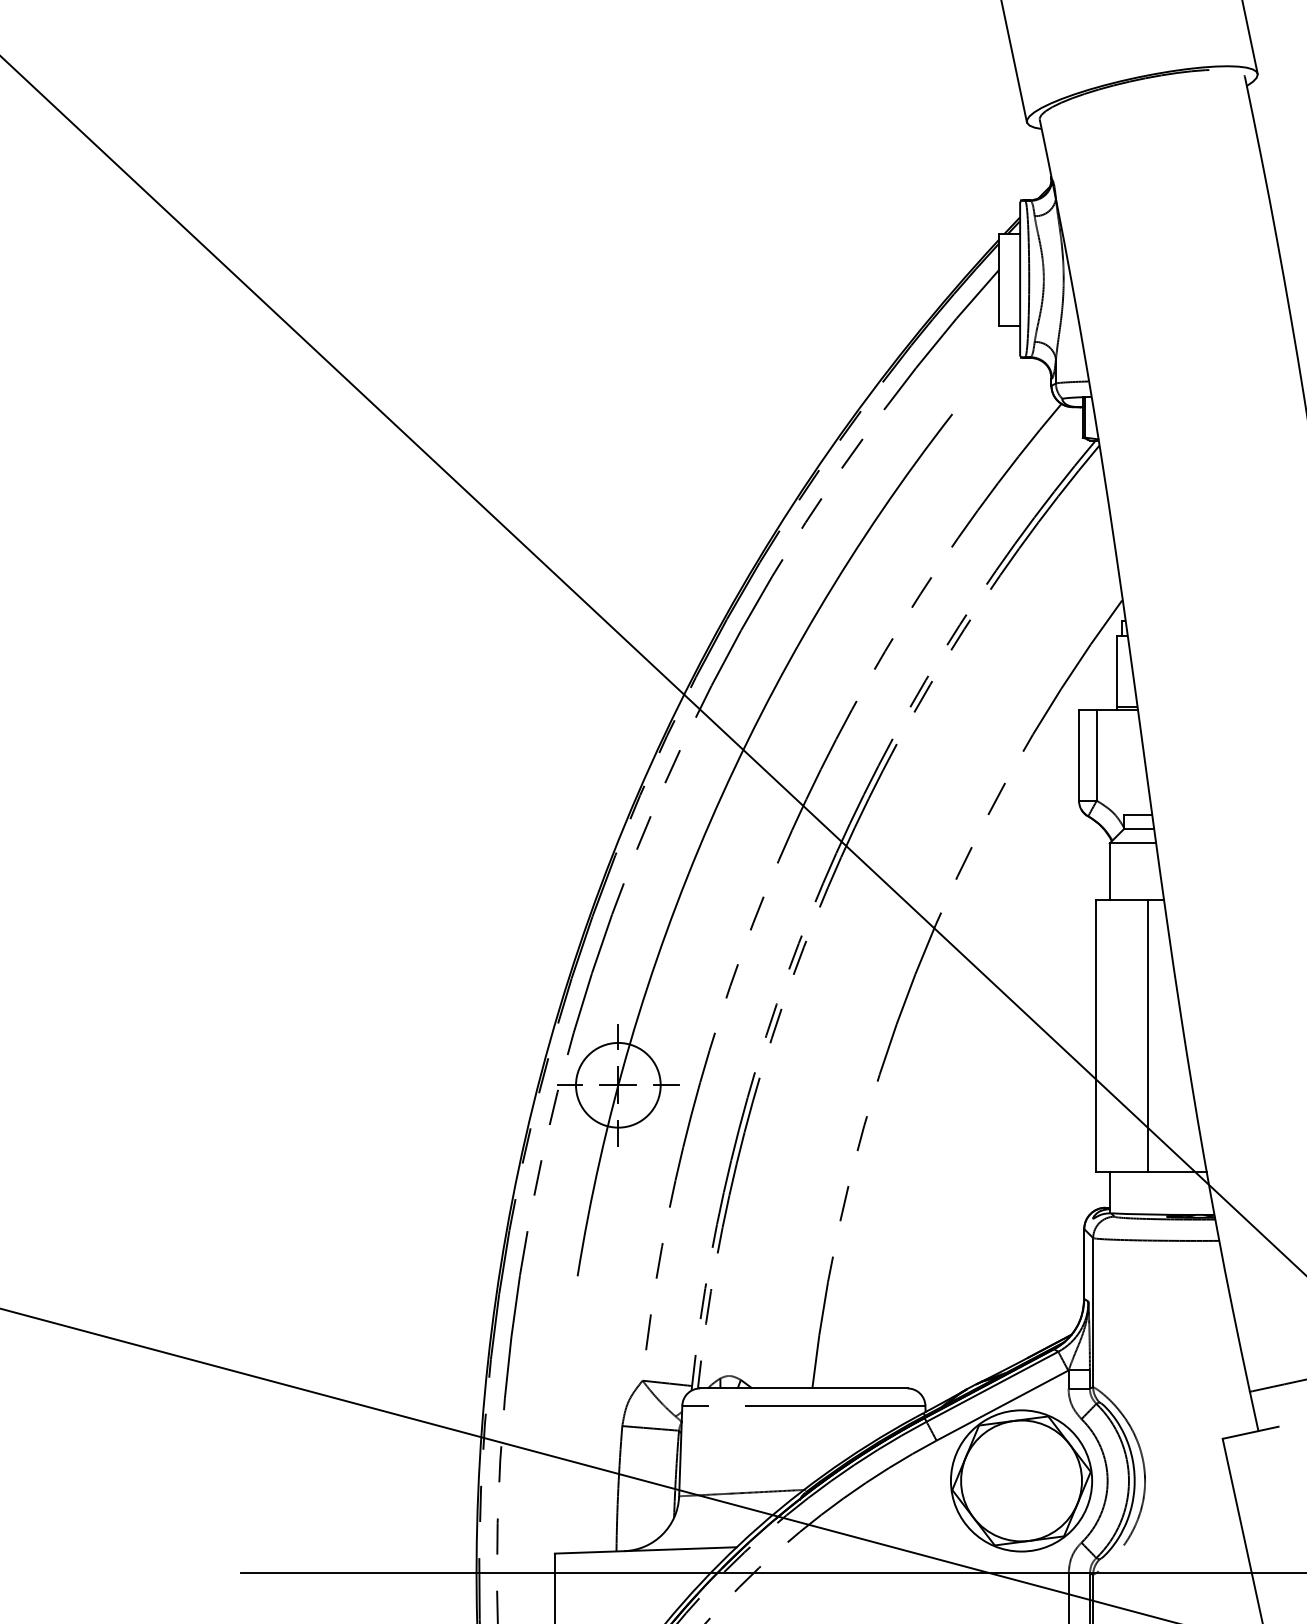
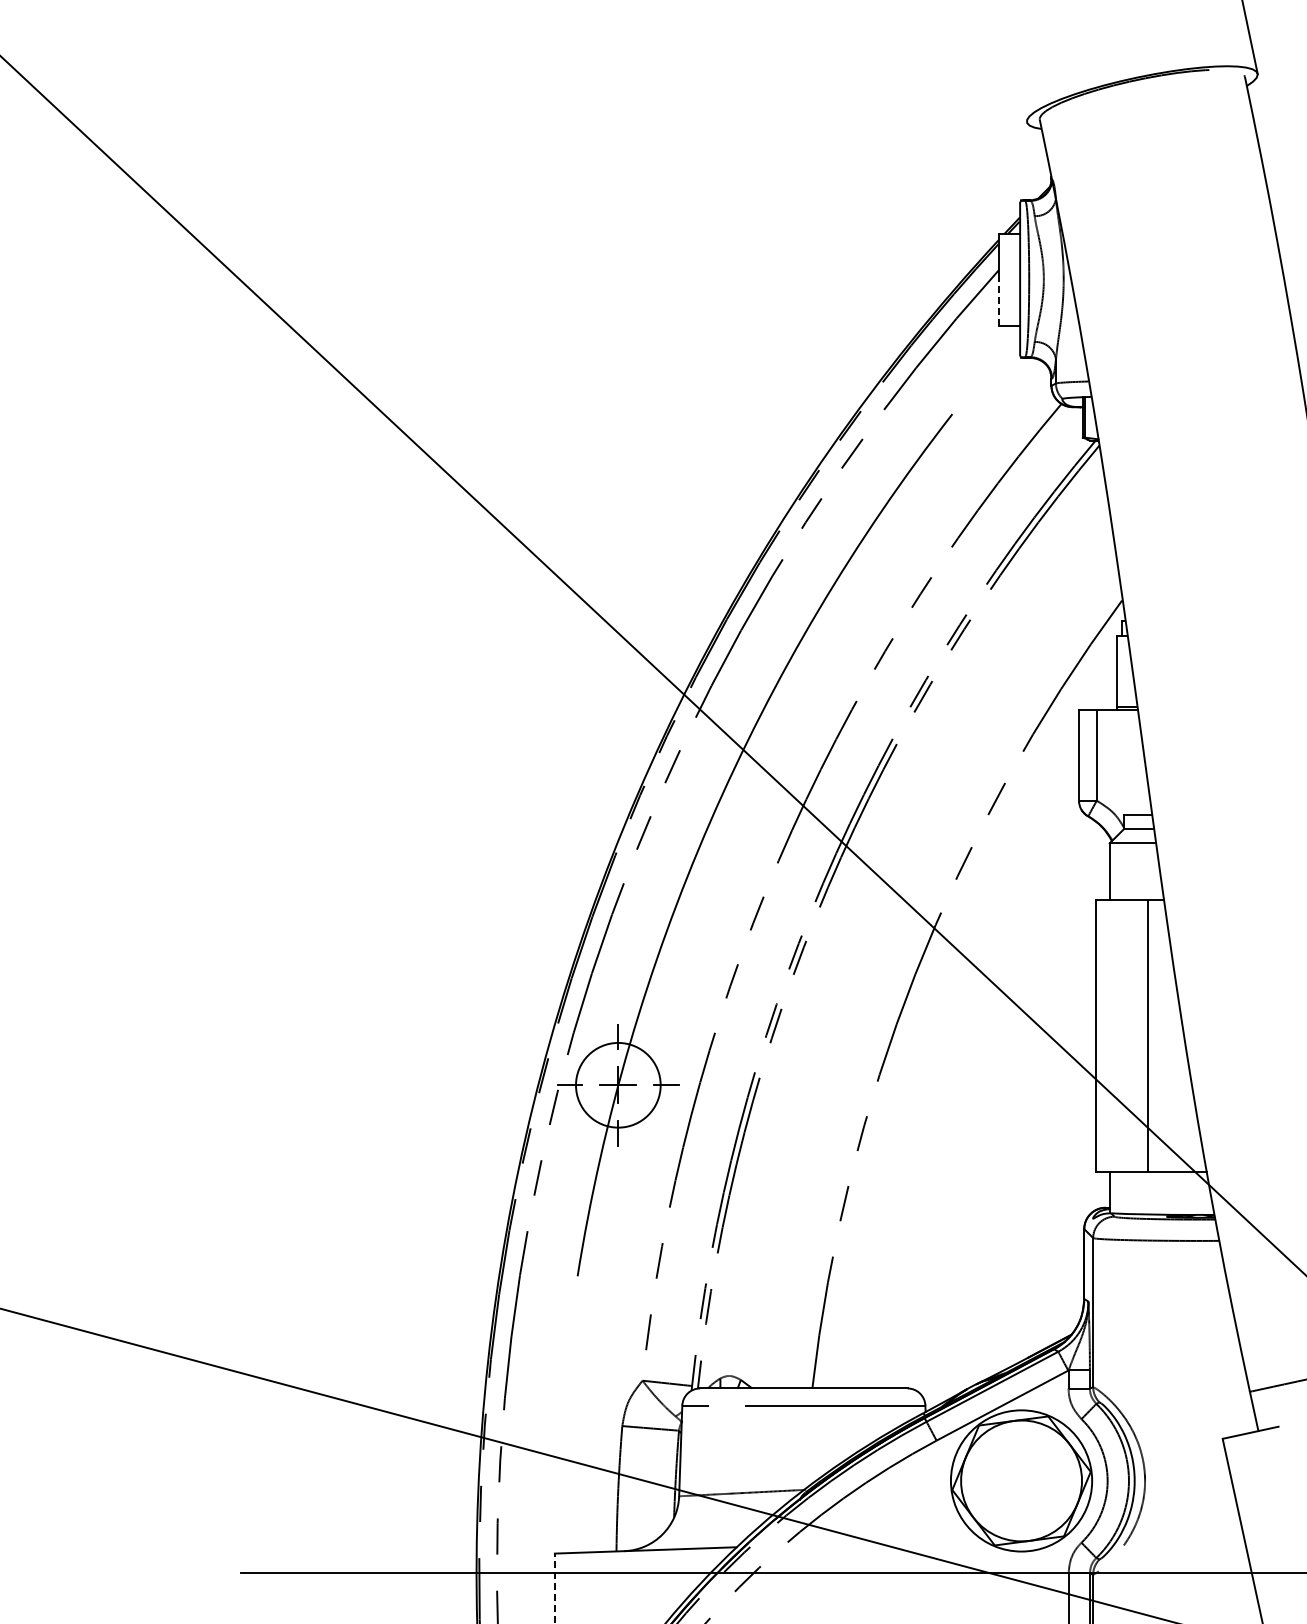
line at (1013, 62): present -> none
line at (998, 302): solid -> dashed
line at (554, 1588): solid -> dashed
